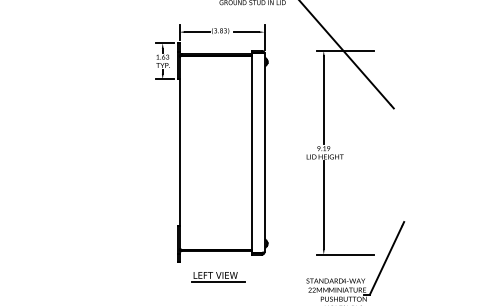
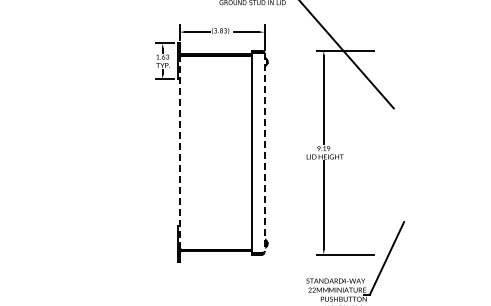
line at (179, 152): solid -> dashed
line at (264, 152): solid -> dashed
part at (218, 277): present -> none
